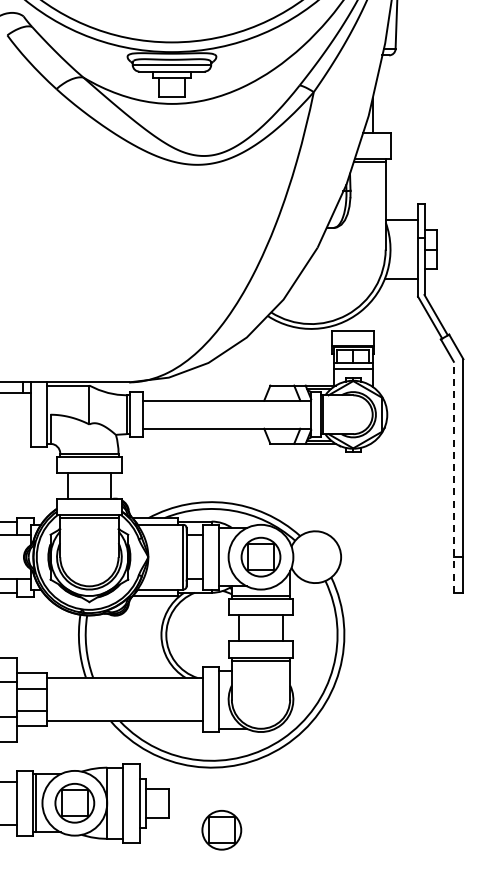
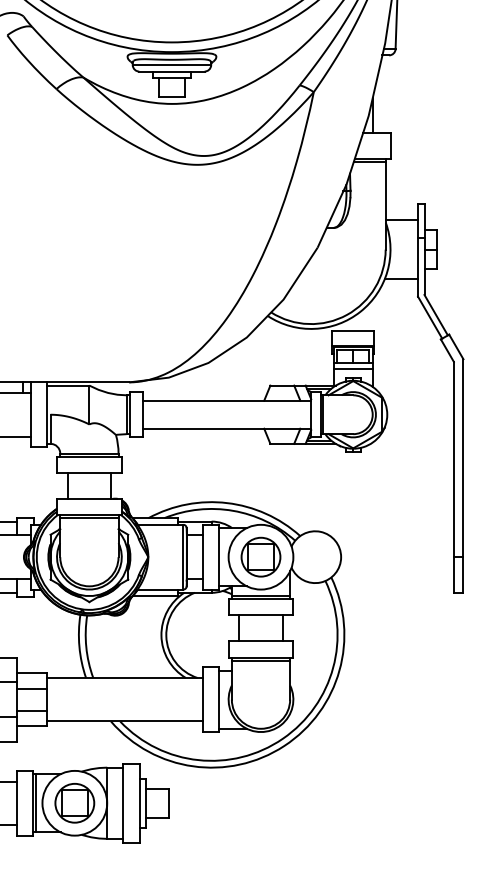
line at (16, 436): none -> present
line at (453, 476): dashed -> solid
part at (221, 830): present -> none
